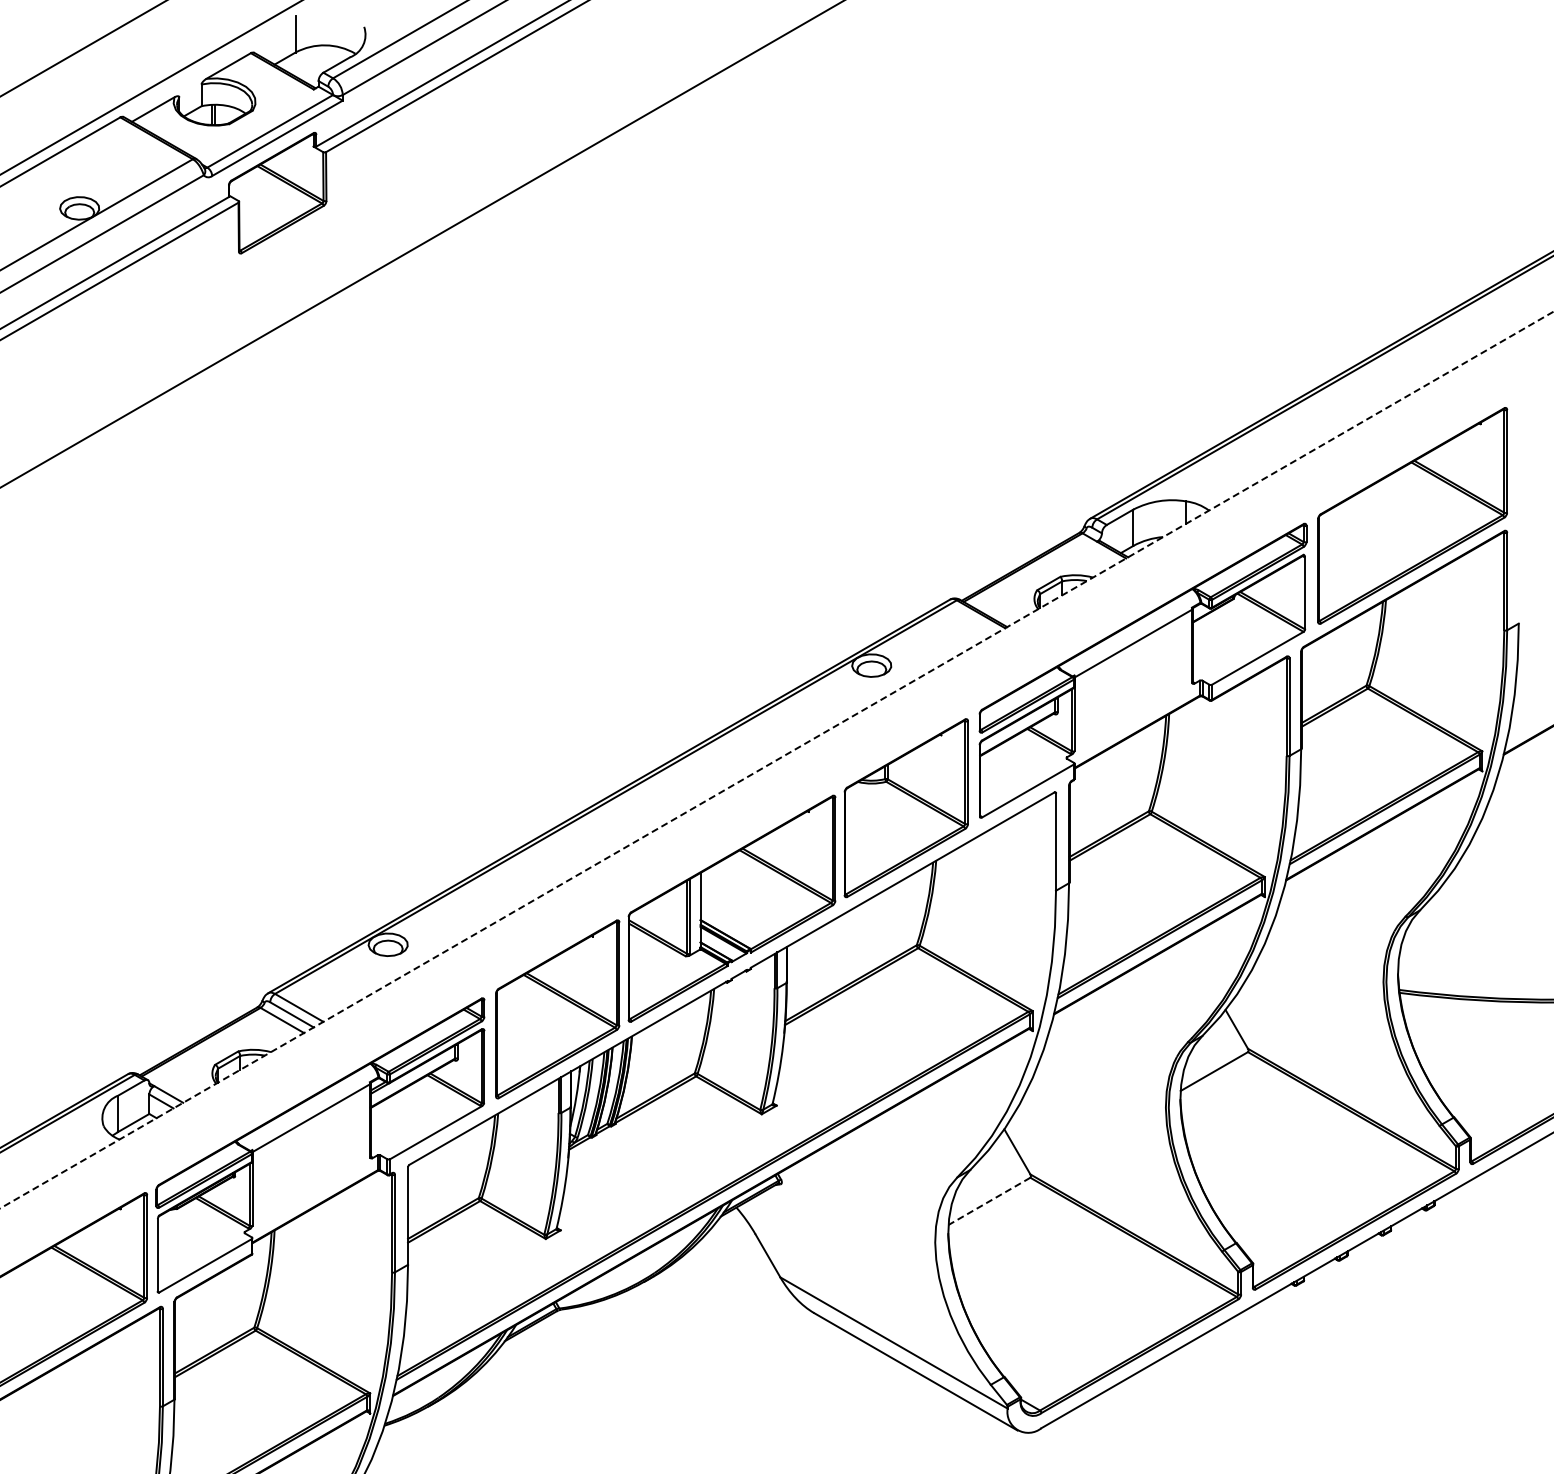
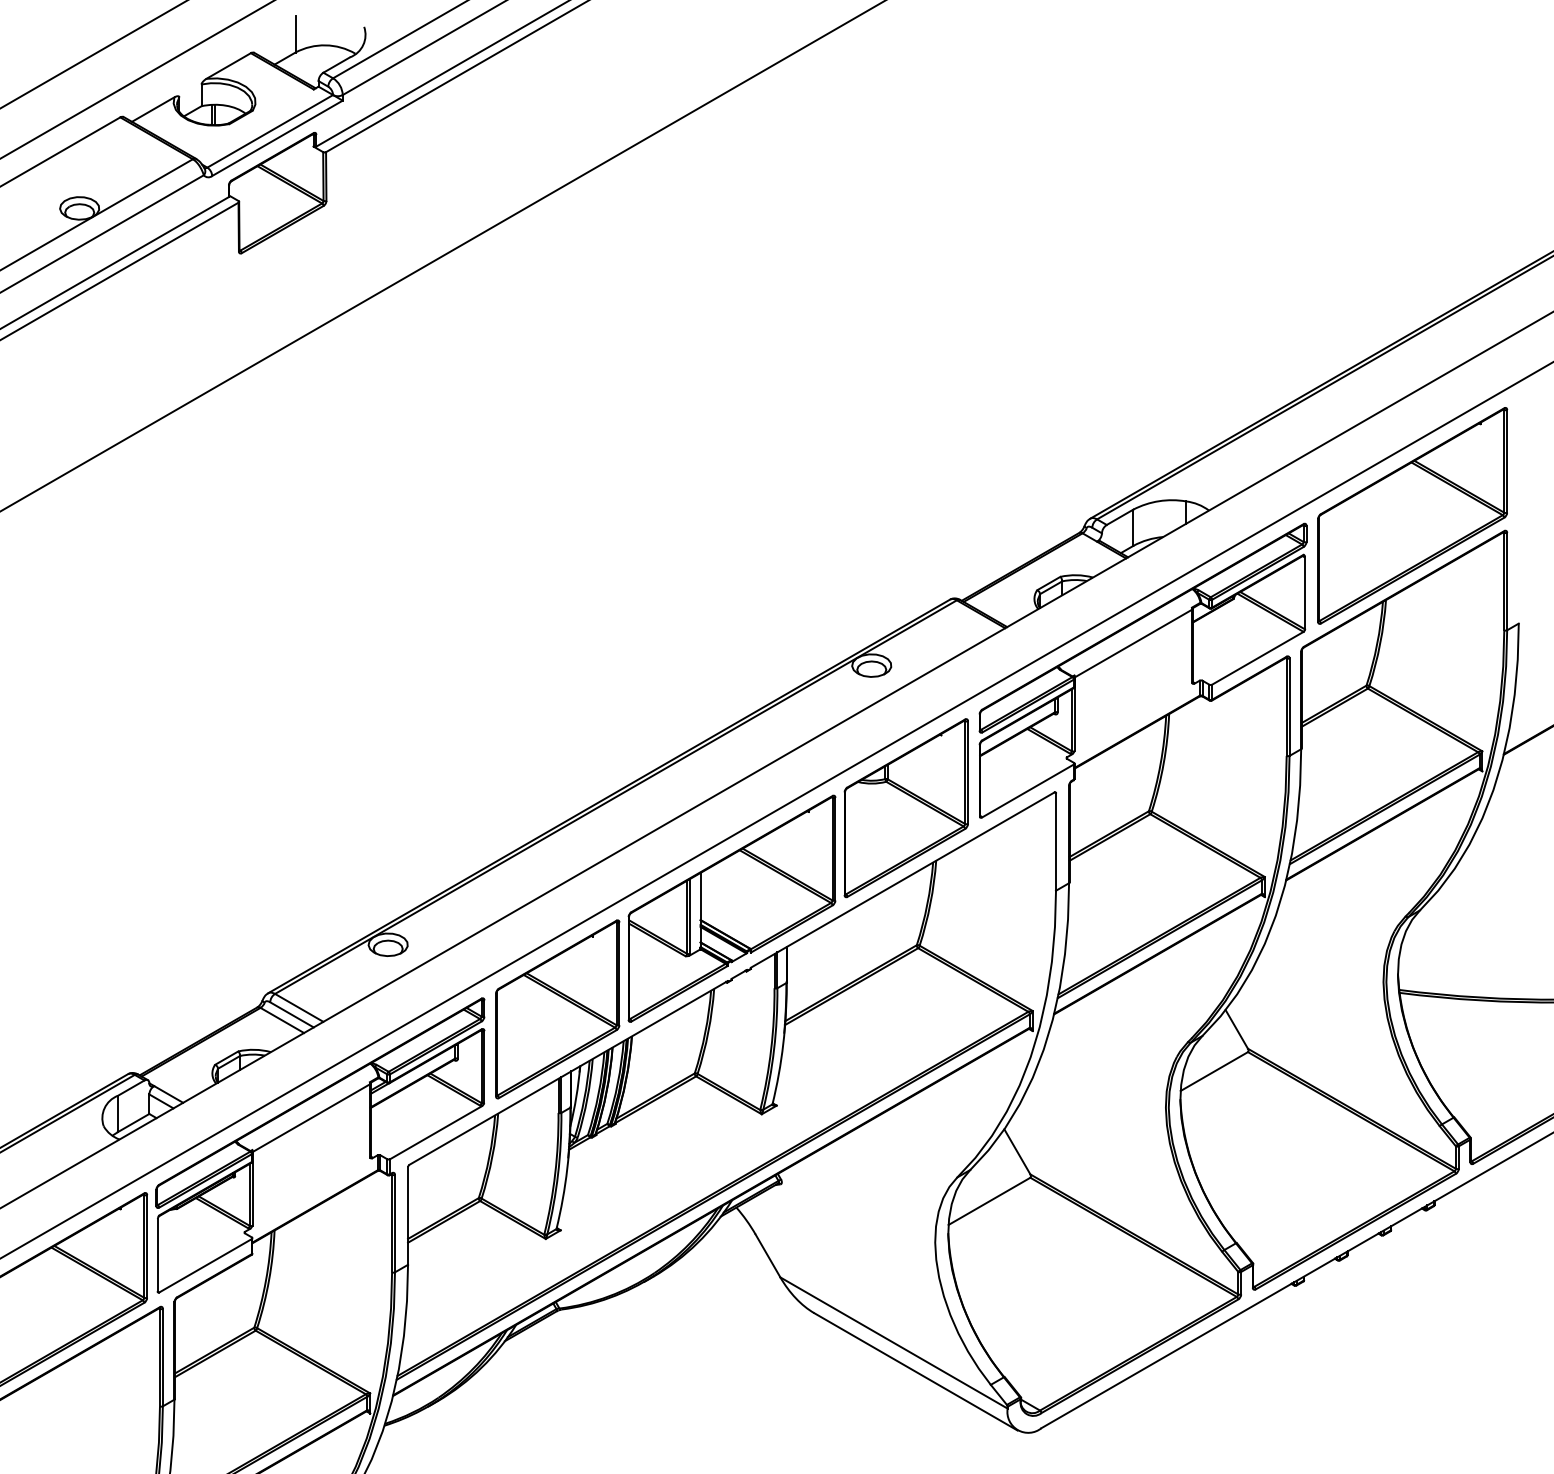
line at (82, 48) position: (82, 48) -> (93, 54)
line at (150, 87) position: (150, 87) -> (136, 79)
line at (421, 244) position: (421, 244) -> (442, 256)
line at (776, 760): dashed -> solid
line at (776, 810): none -> present
line at (989, 1201): dashed -> solid
